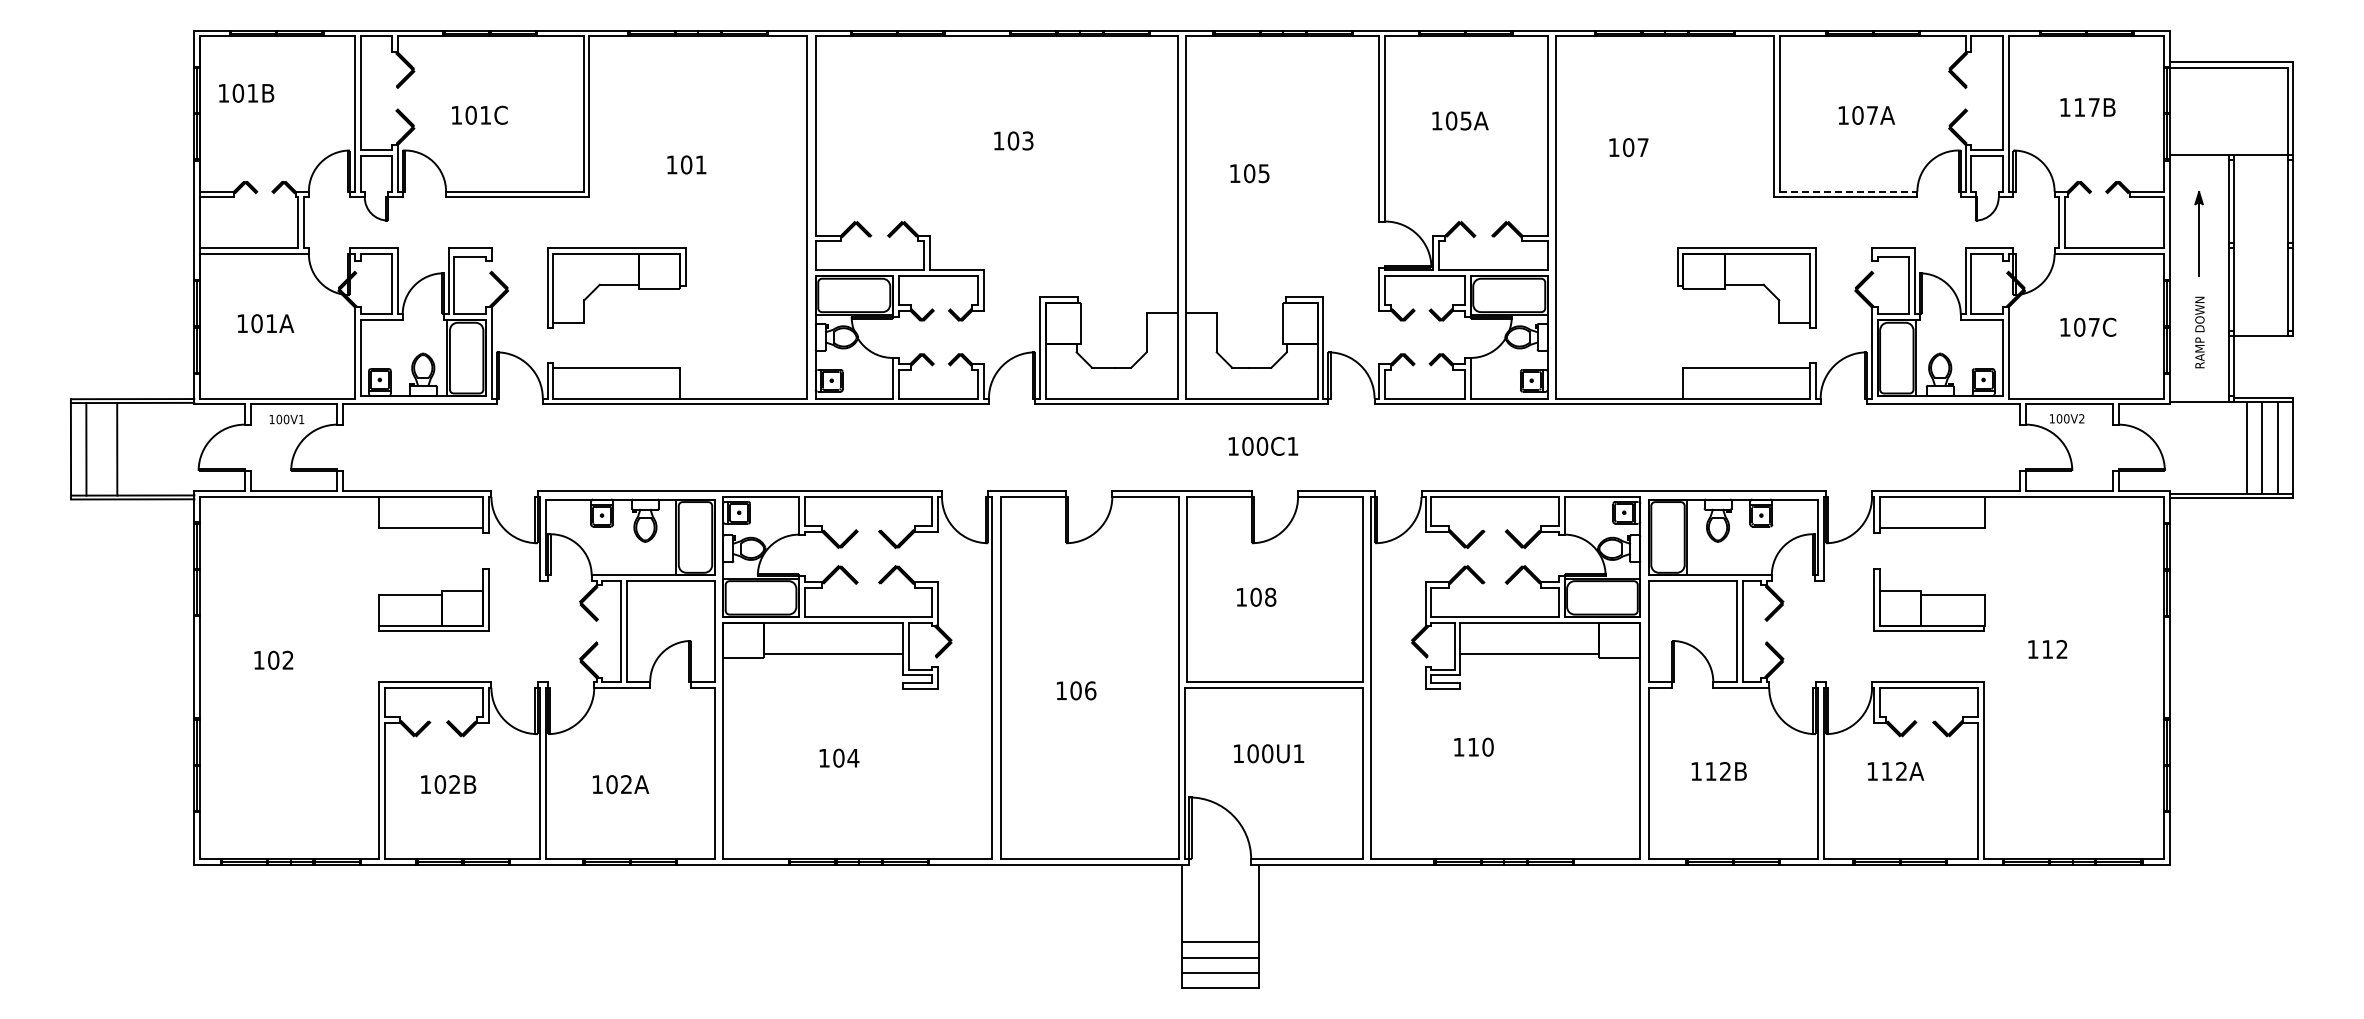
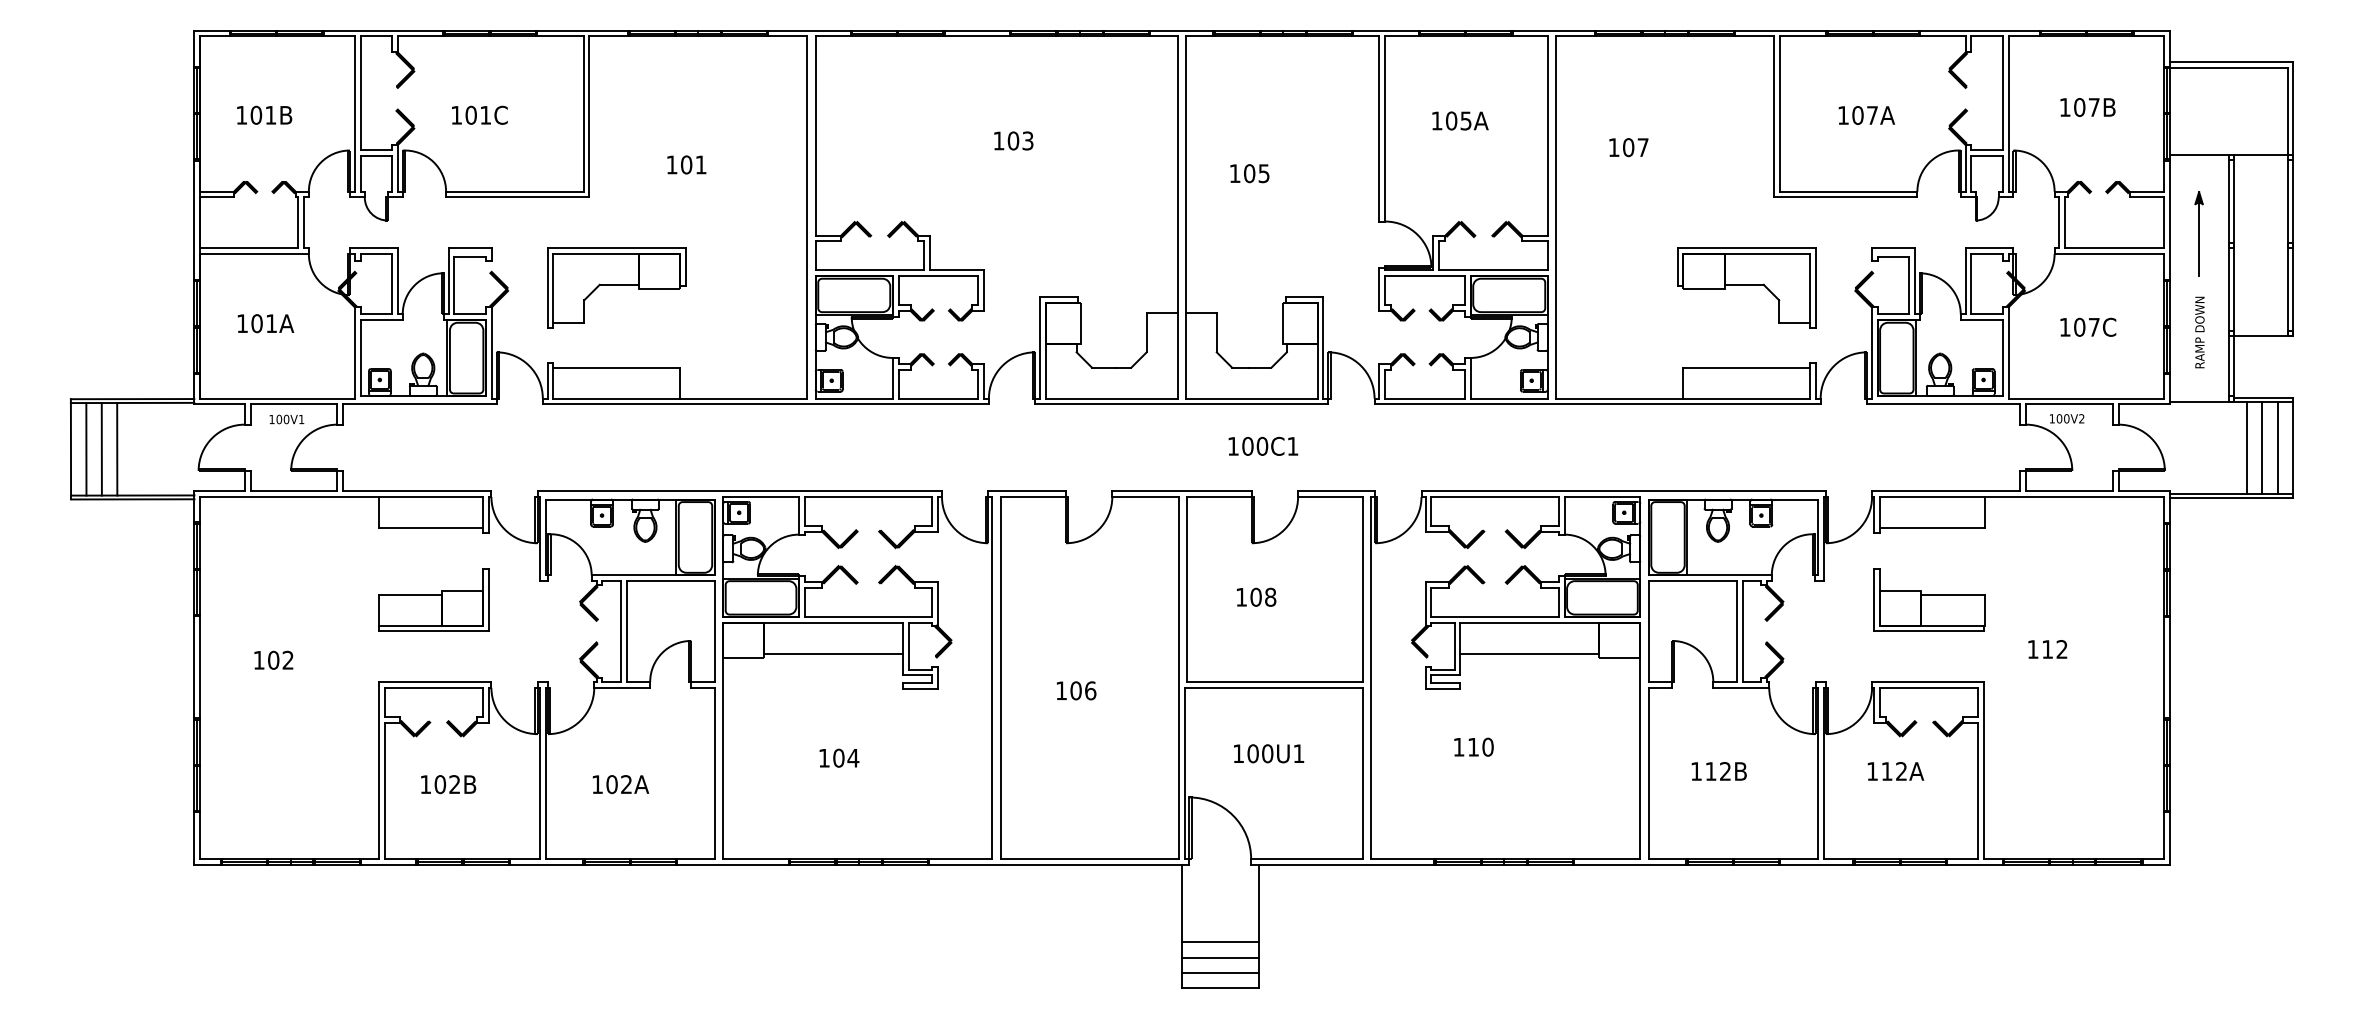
text at (246, 92) position: (246, 92) -> (264, 114)
text at (2079, 107): 117B -> 107B
line at (1848, 191): dashed -> solid
line at (101, 449): none -> present
